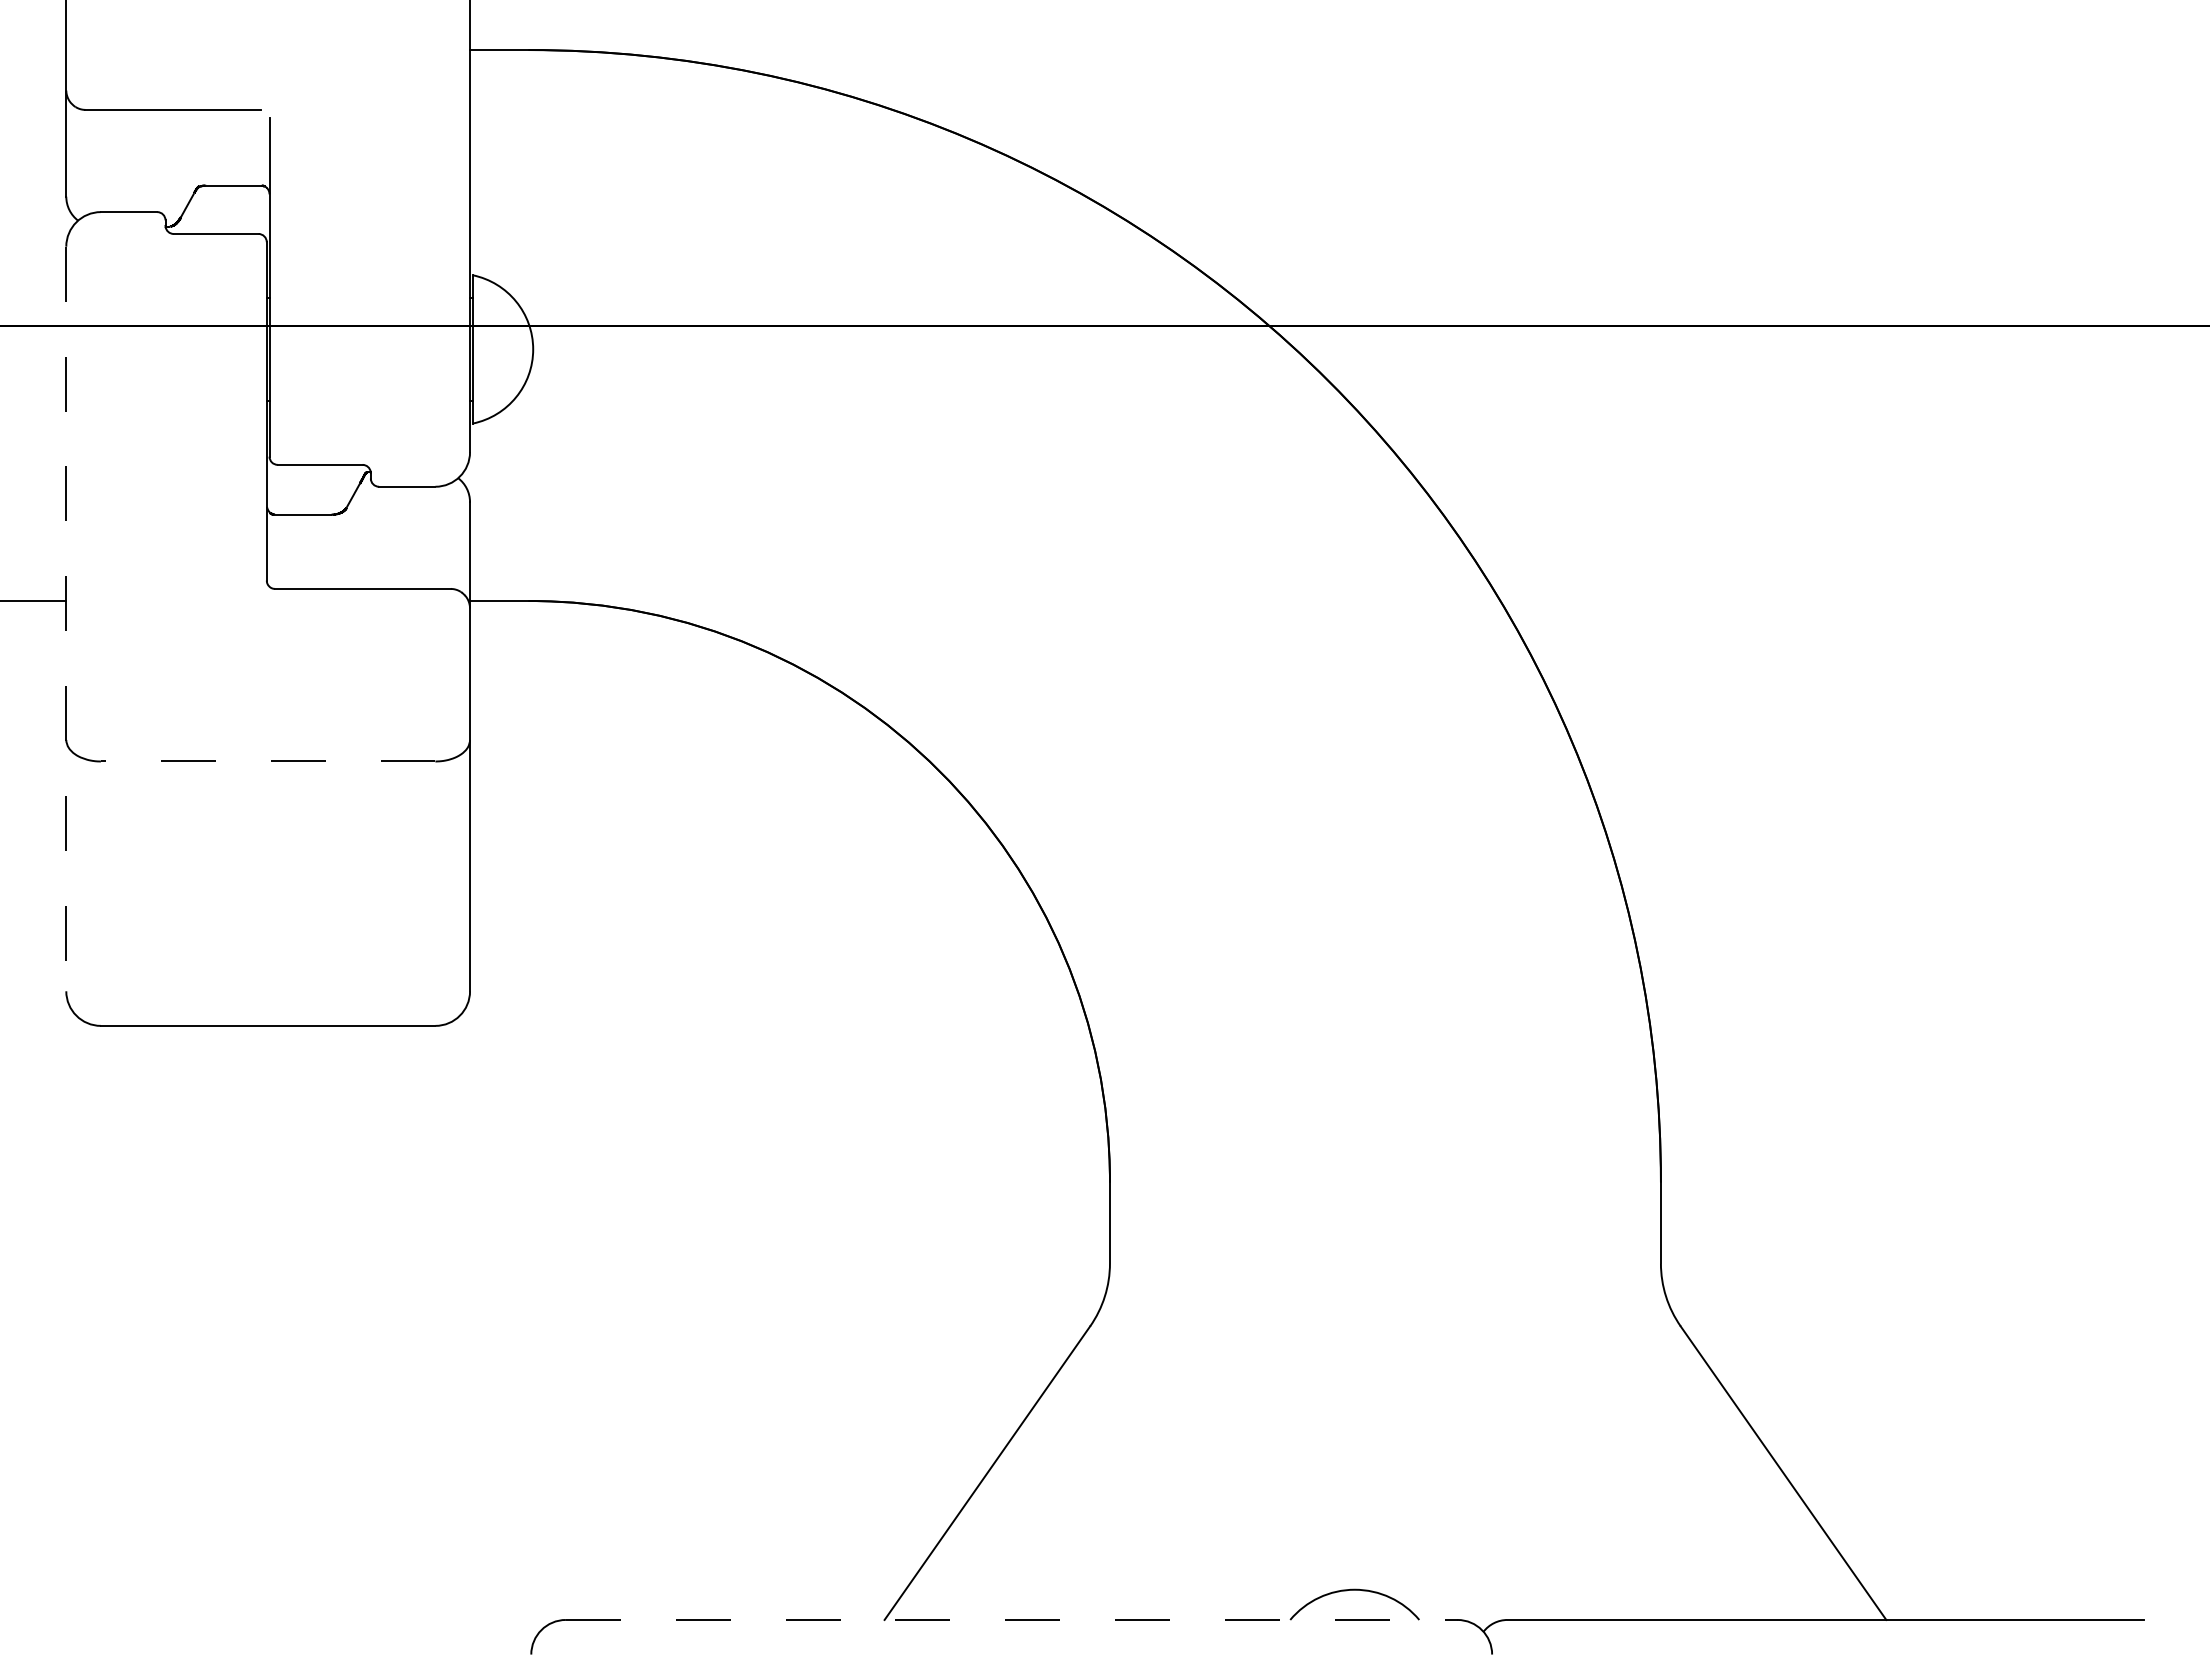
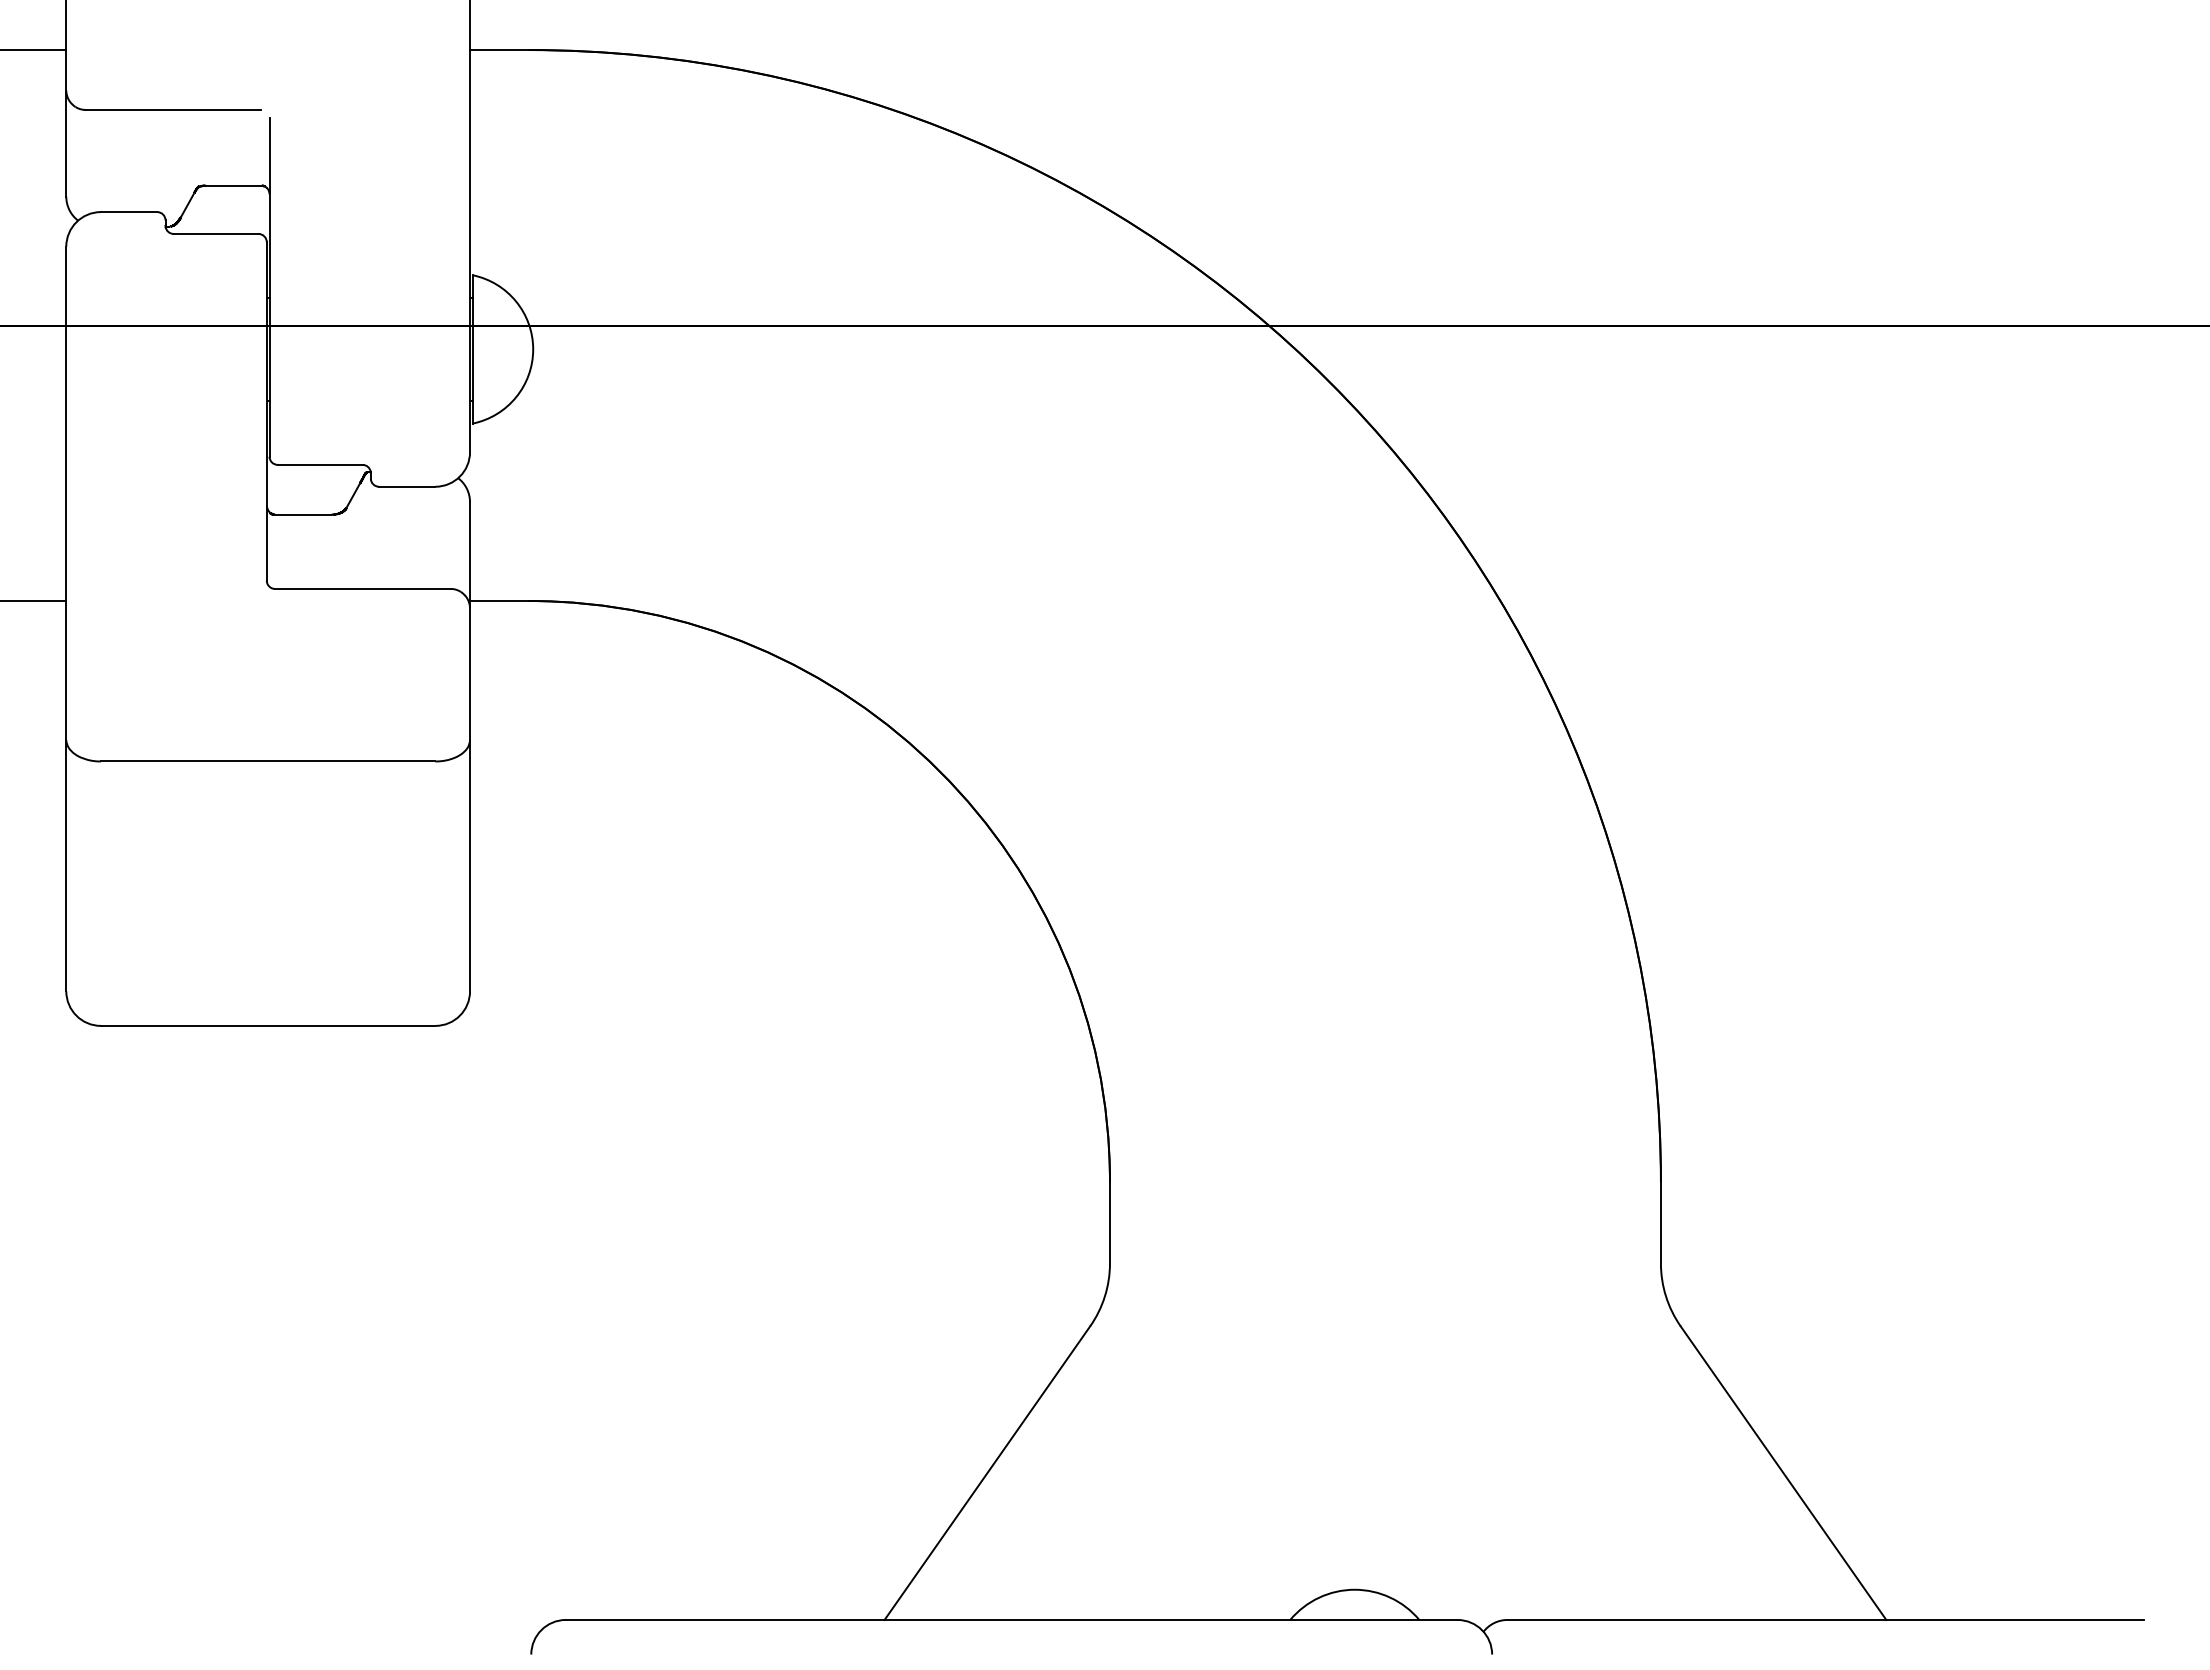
line at (34, 50): none -> present
line at (66, 619): dashed -> solid
line at (267, 761): dashed -> solid
line at (1011, 1619): dashed -> solid
